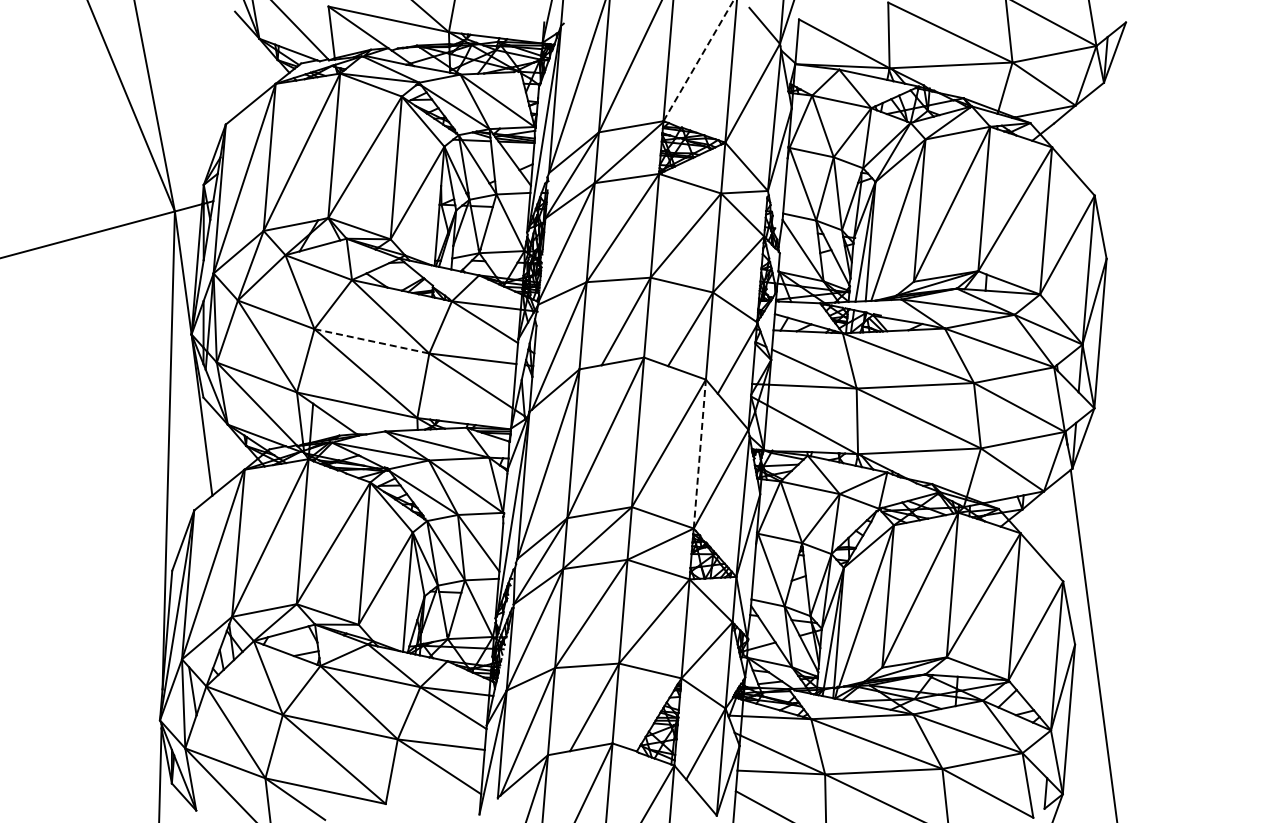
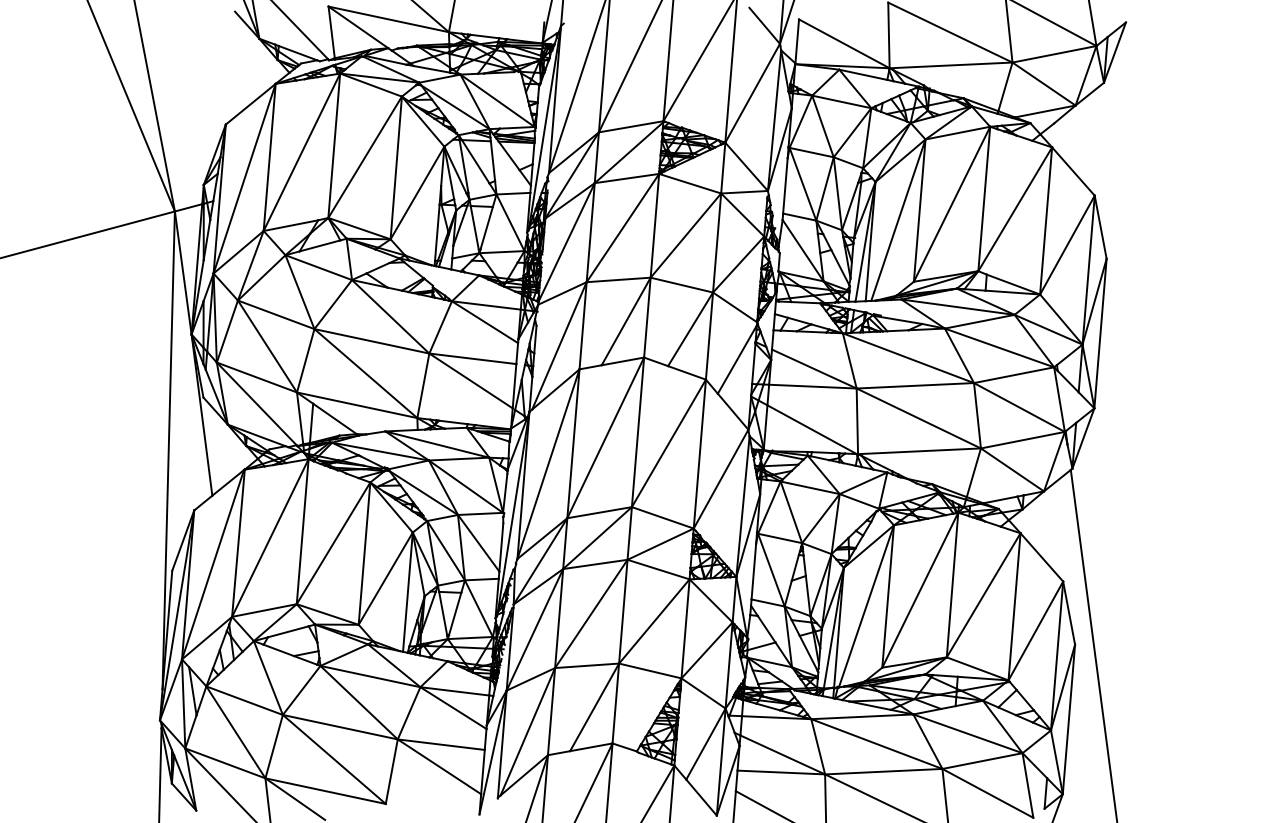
line at (698, 60): dashed -> solid
line at (371, 341): dashed -> solid
line at (699, 454): dashed -> solid
